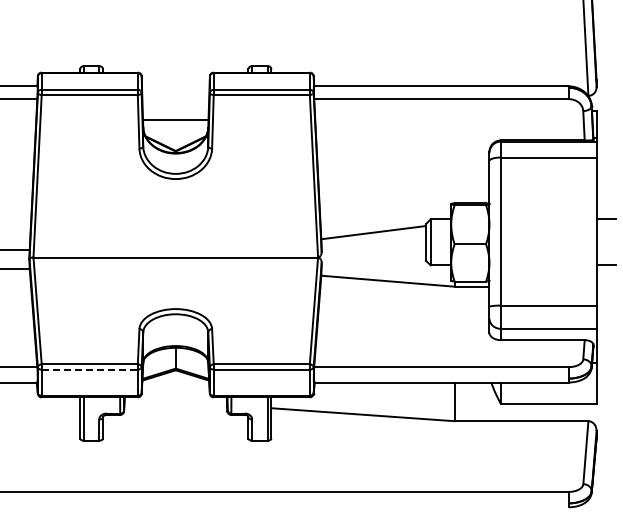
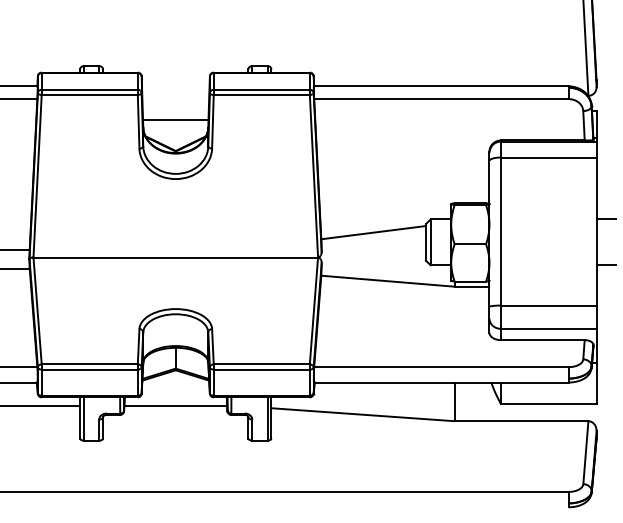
line at (90, 369): dashed -> solid
line at (41, 405): none -> present
line at (175, 405): none -> present
